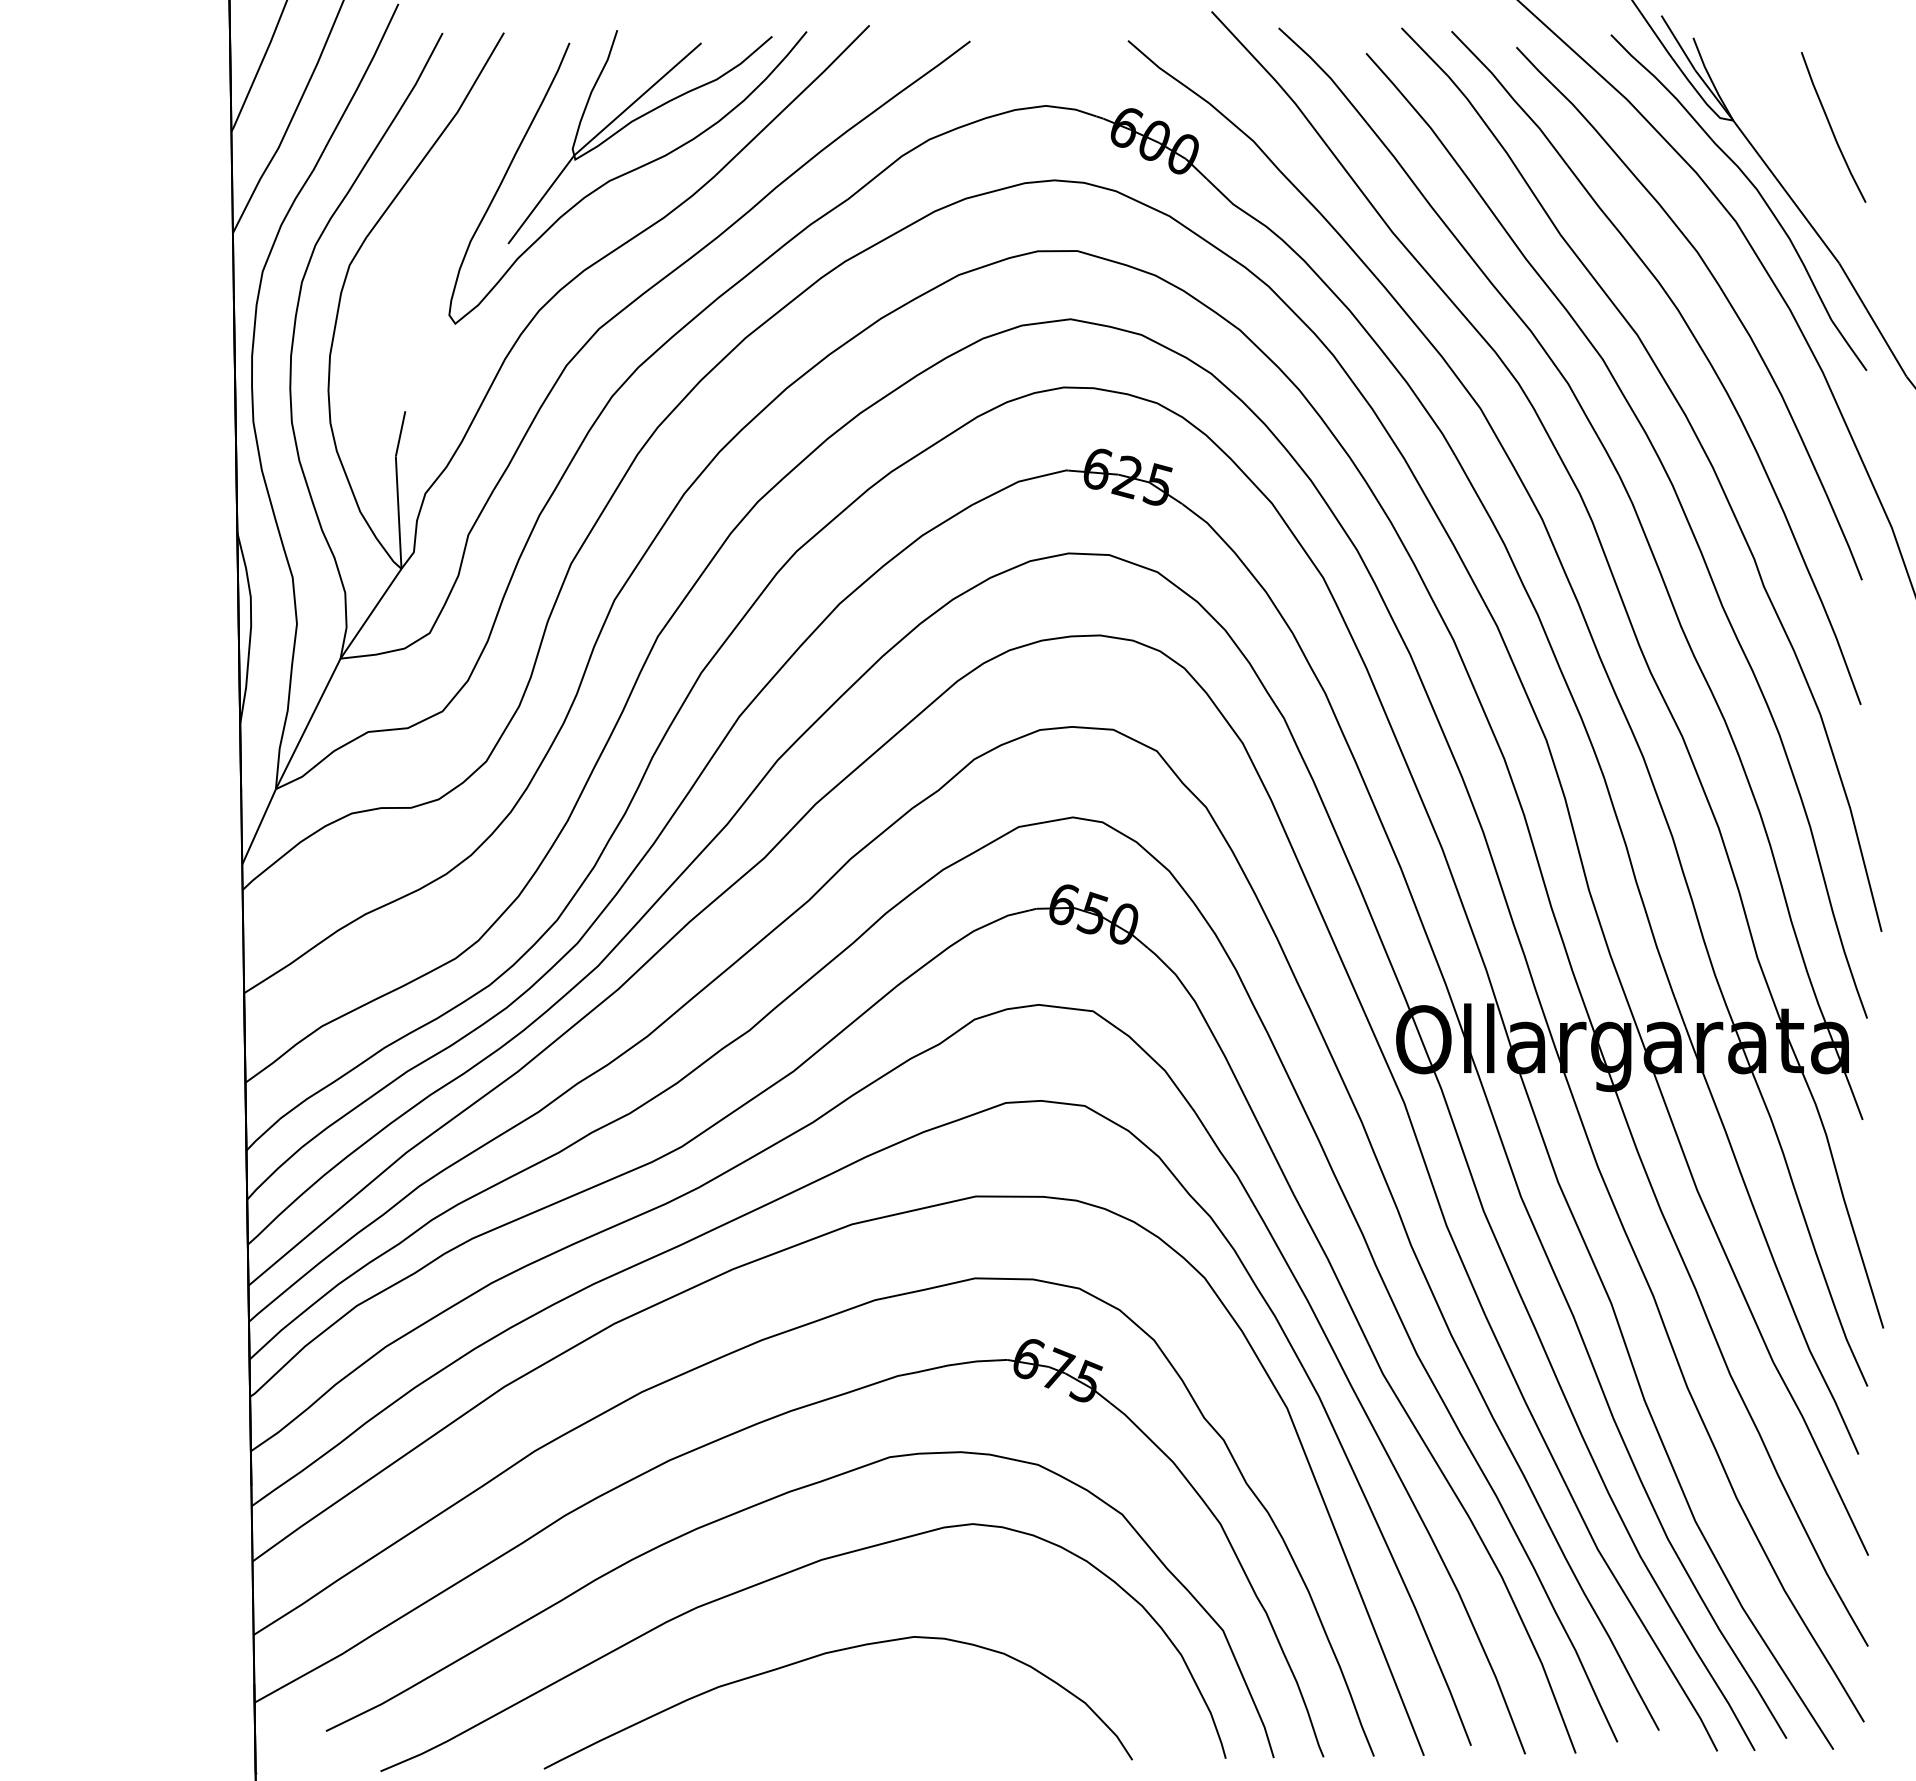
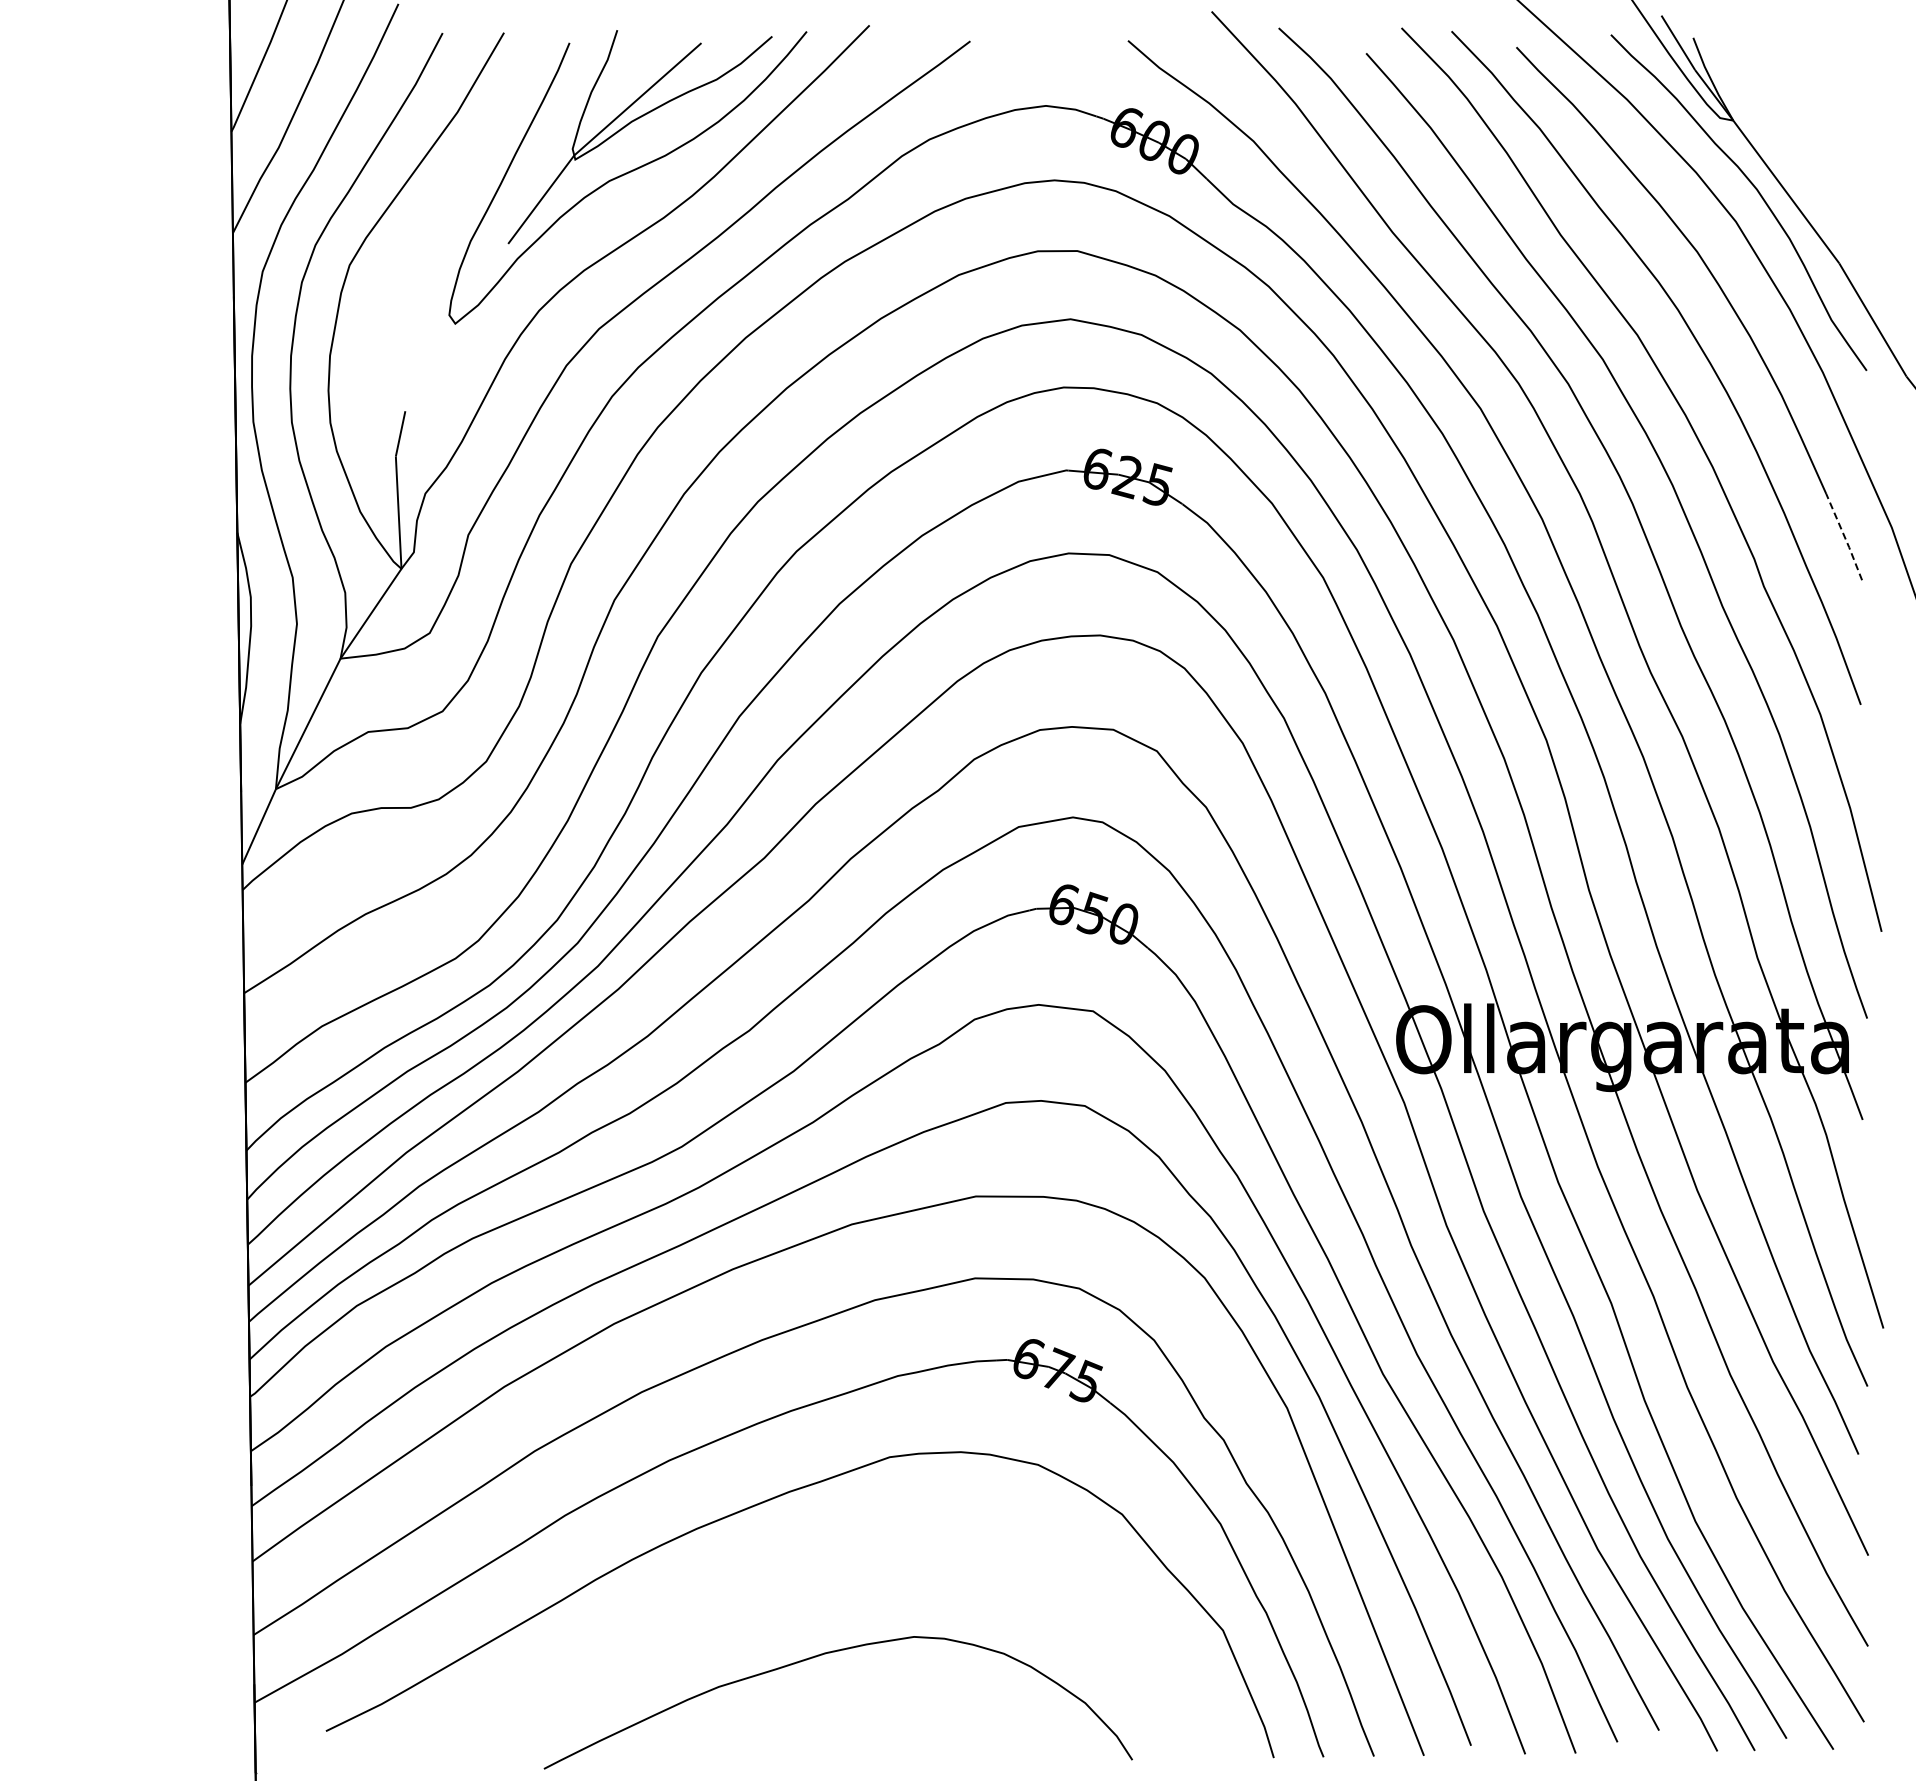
curve at (1832, 128): present -> none
line at (1844, 537): solid -> dashed
curve at (776, 1578): present -> none
